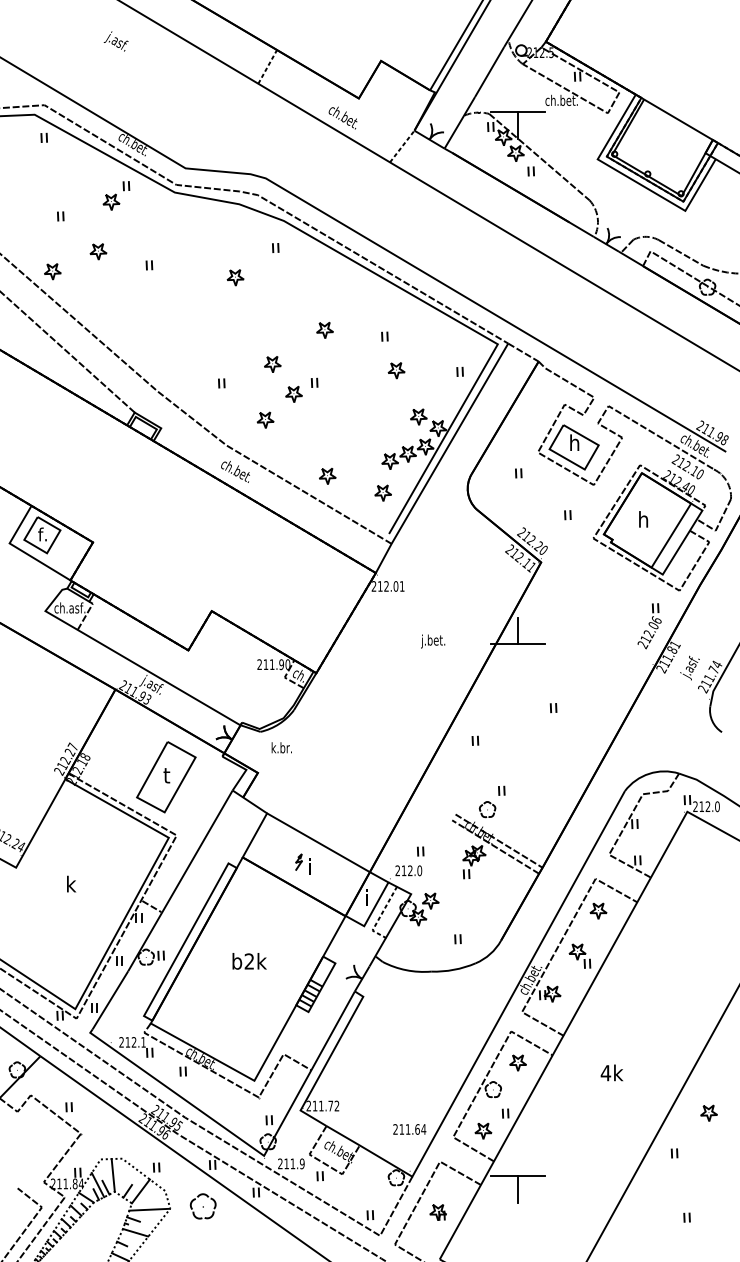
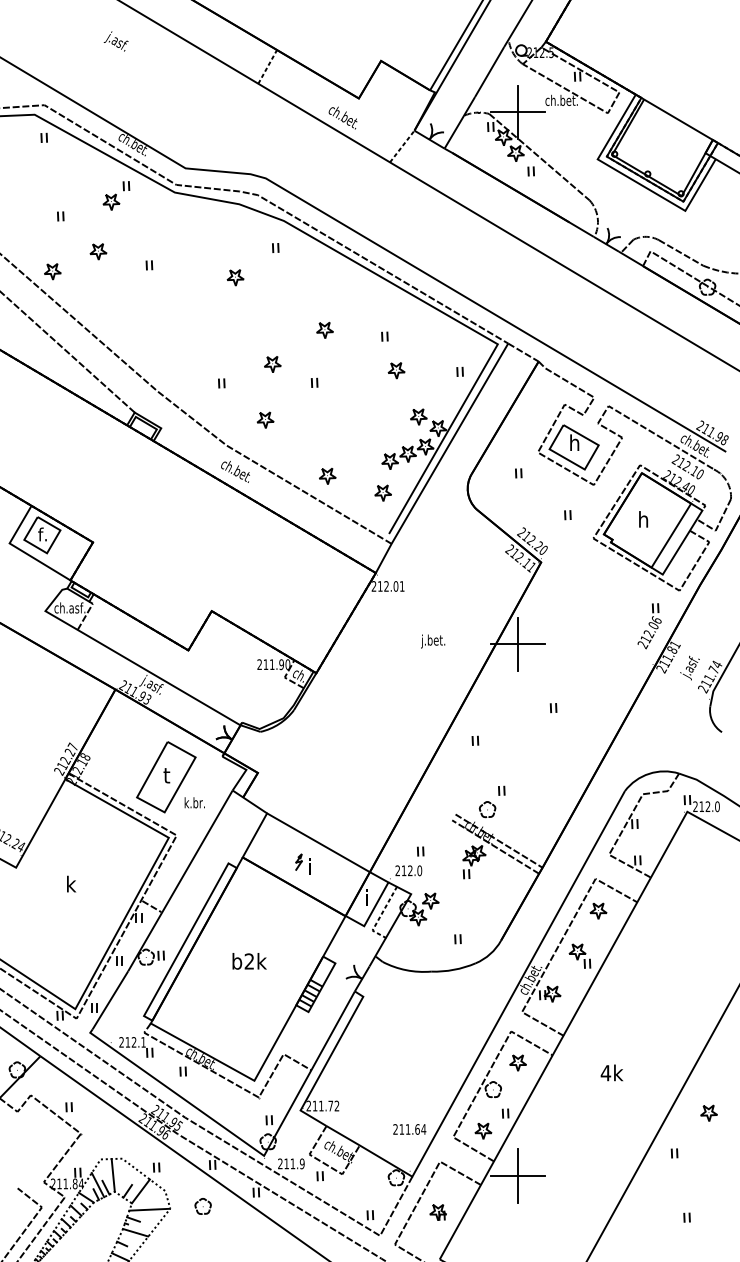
line at (517, 98): none -> present
part at (293, 393): present -> none
line at (517, 657): none -> present
text at (281, 747) position: (281, 747) -> (194, 802)
line at (517, 1162): none -> present
part at (202, 1206) size: 28x27 px -> 18x17 px
